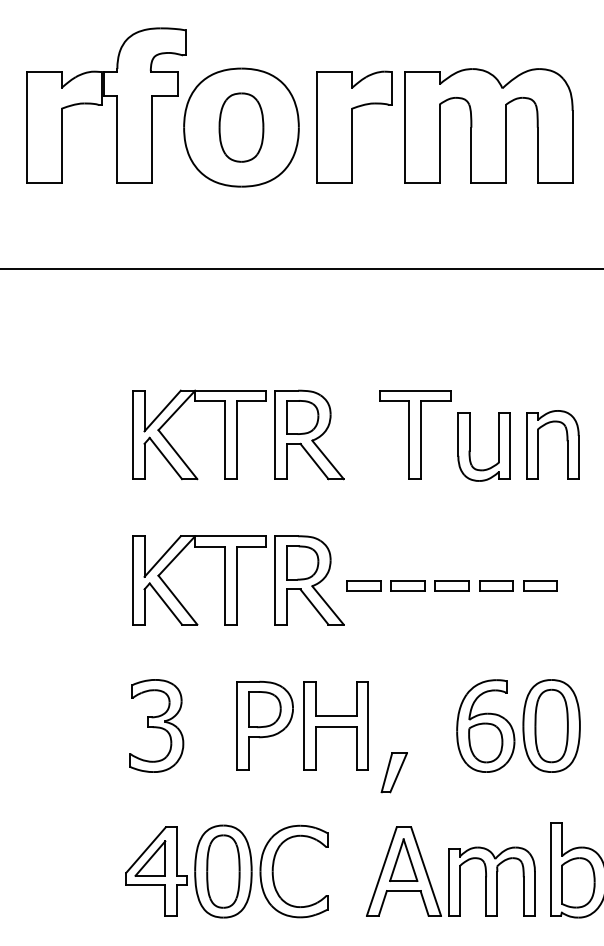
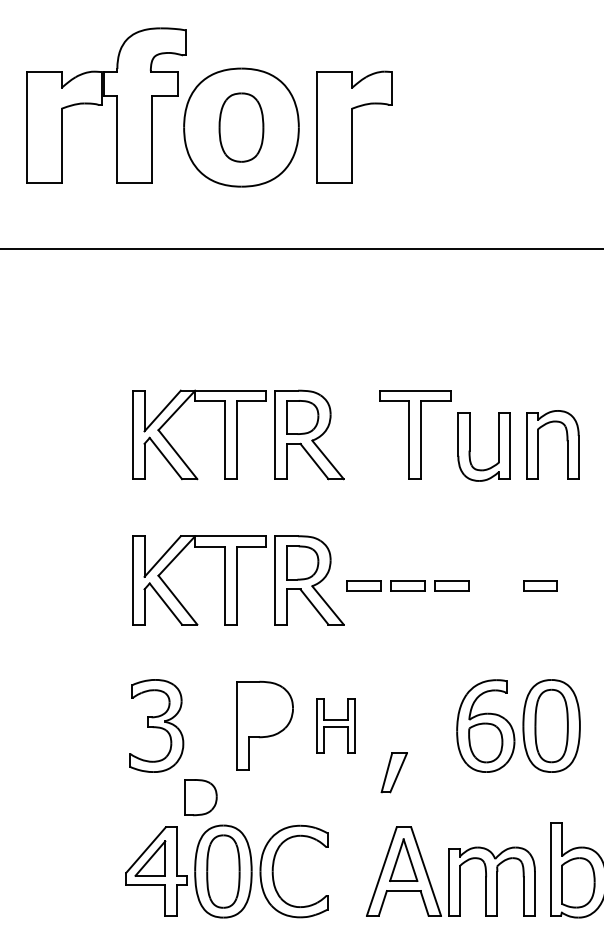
part at (488, 125): present -> none
line at (301, 269) position: (301, 269) -> (301, 249)
part at (496, 585): present -> none
part at (264, 709) position: (264, 709) -> (200, 797)
part at (335, 725) size: 66x90 px -> 40x56 px
